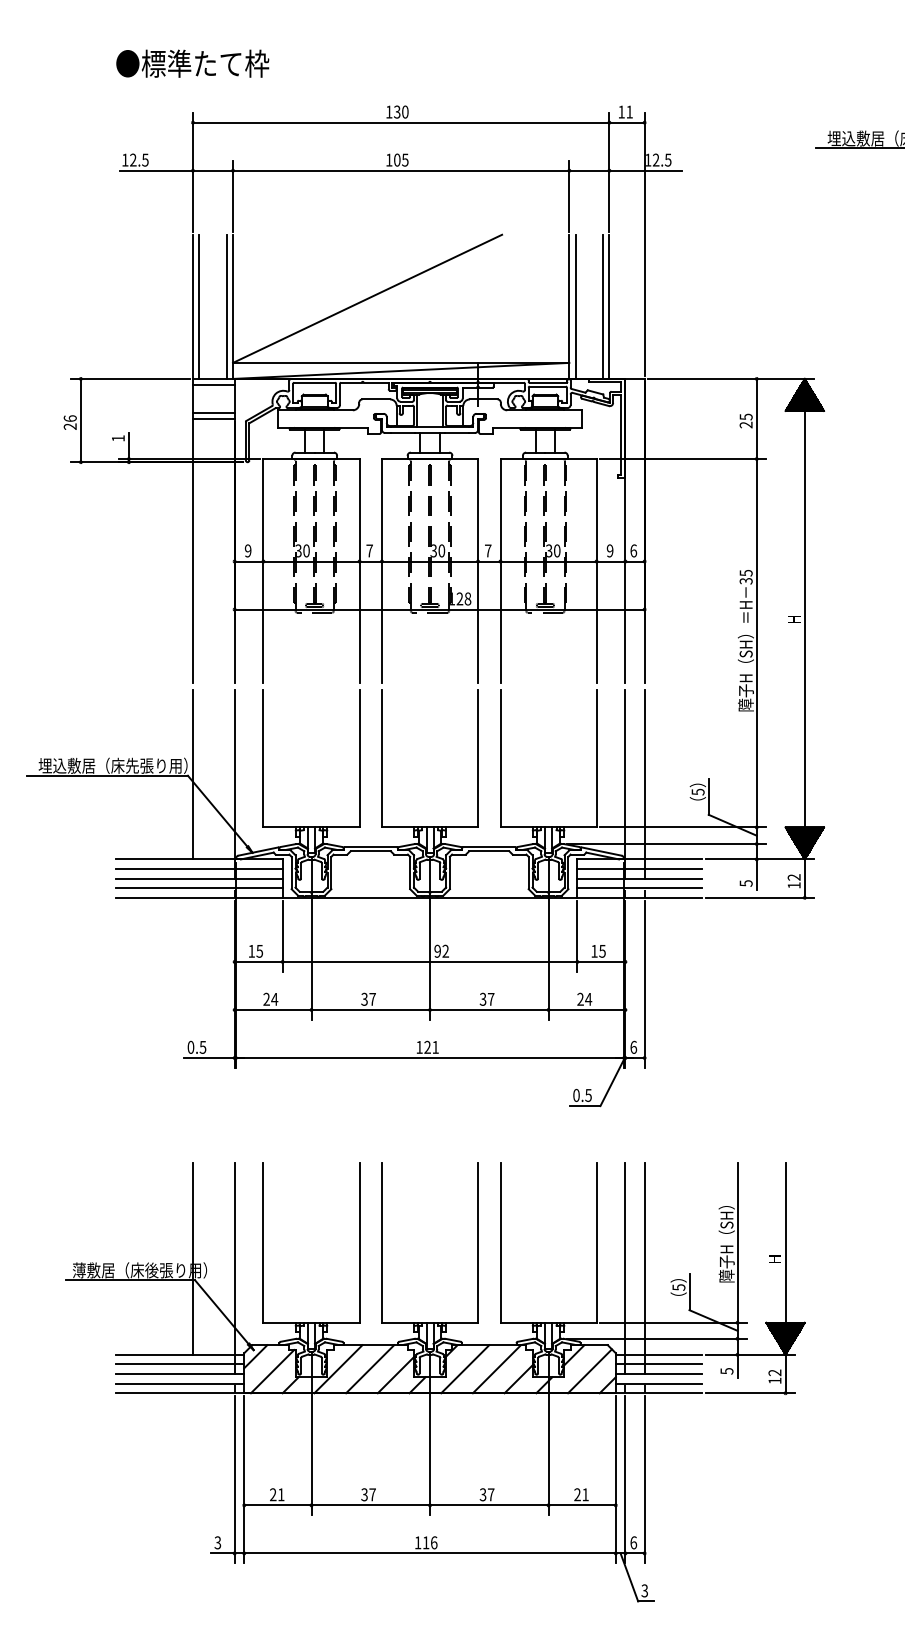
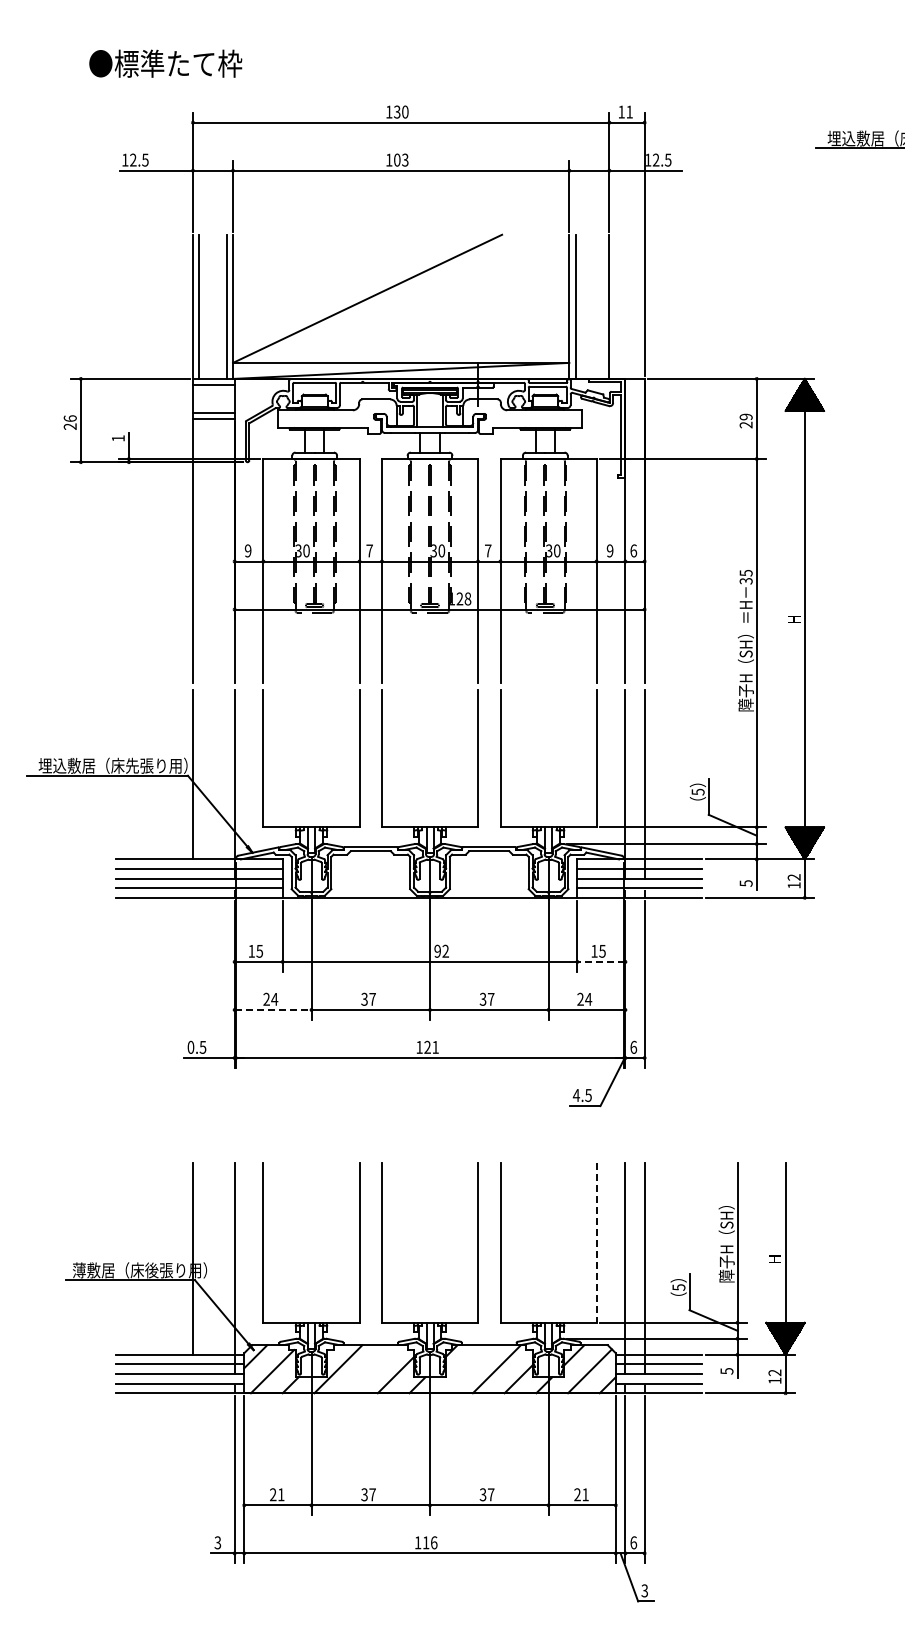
text at (192, 63) position: (192, 63) -> (165, 63)
text at (405, 159): 105 -> 103
line at (603, 306): present -> none
text at (745, 416): 25 -> 29
line at (600, 961): solid -> dashed
line at (273, 1009): solid -> dashed
text at (576, 1095): 0.5 -> 4.5
line at (596, 1243): solid -> dashed
line at (370, 1369): present -> none
line at (465, 1369): present -> none
